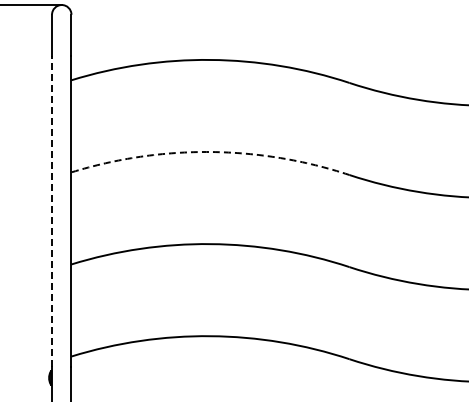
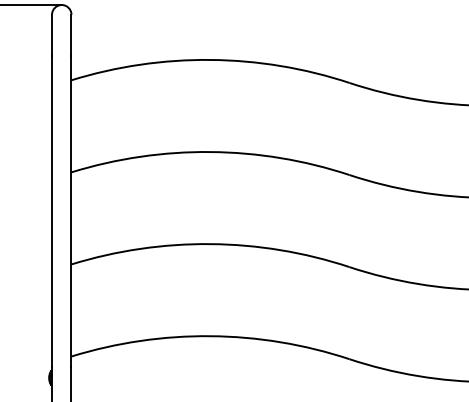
arc at (210, 152): dashed -> solid
line at (52, 211): dashed -> solid
